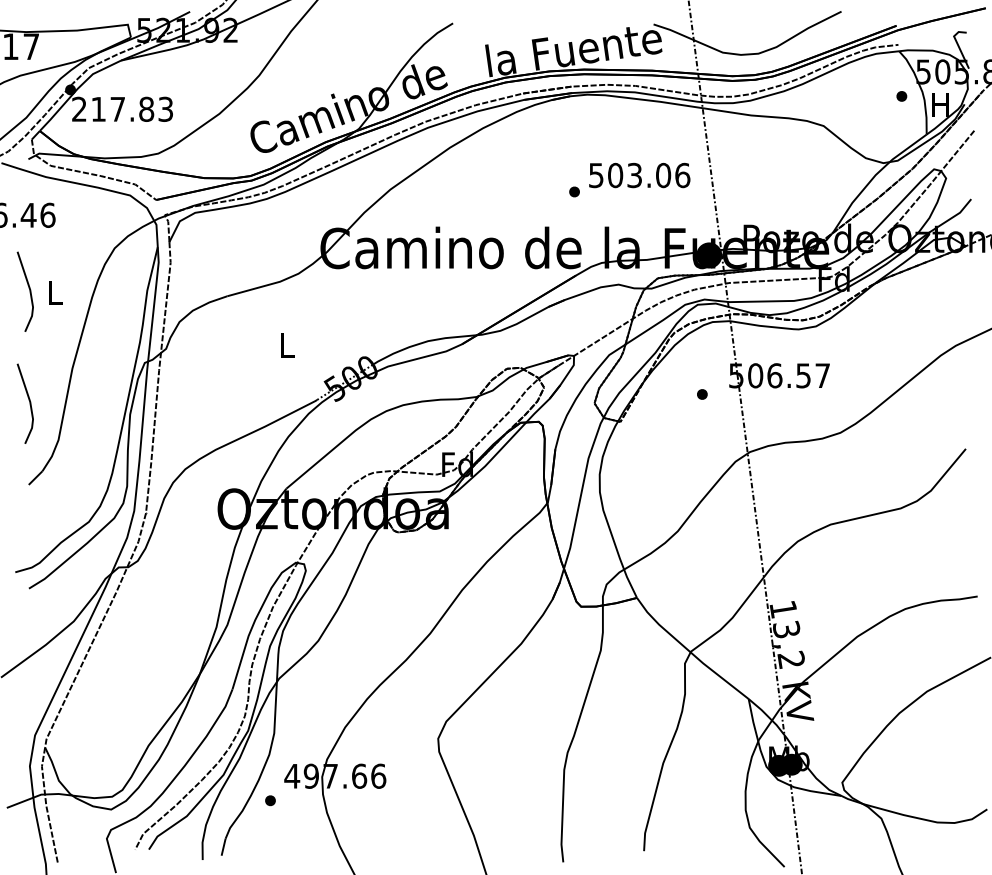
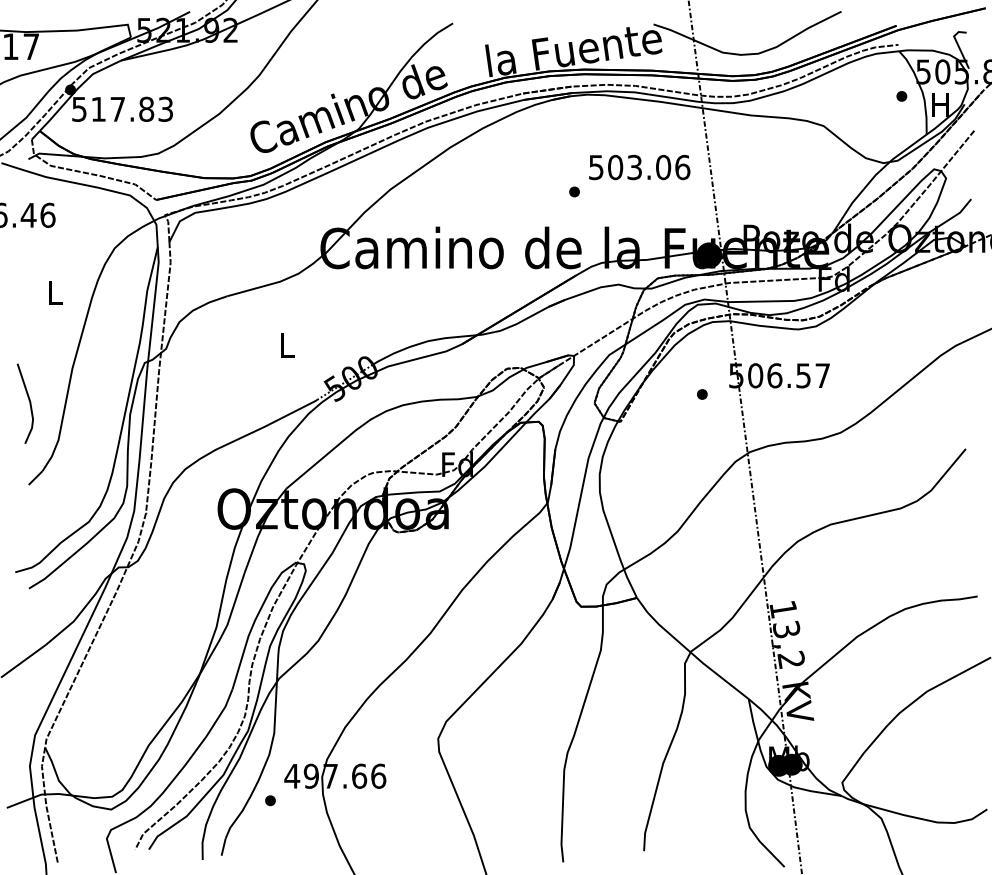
text at (79, 108): 217.83 -> 517.83
text at (639, 175) position: (639, 175) -> (639, 167)
line at (28, 288): present -> none
